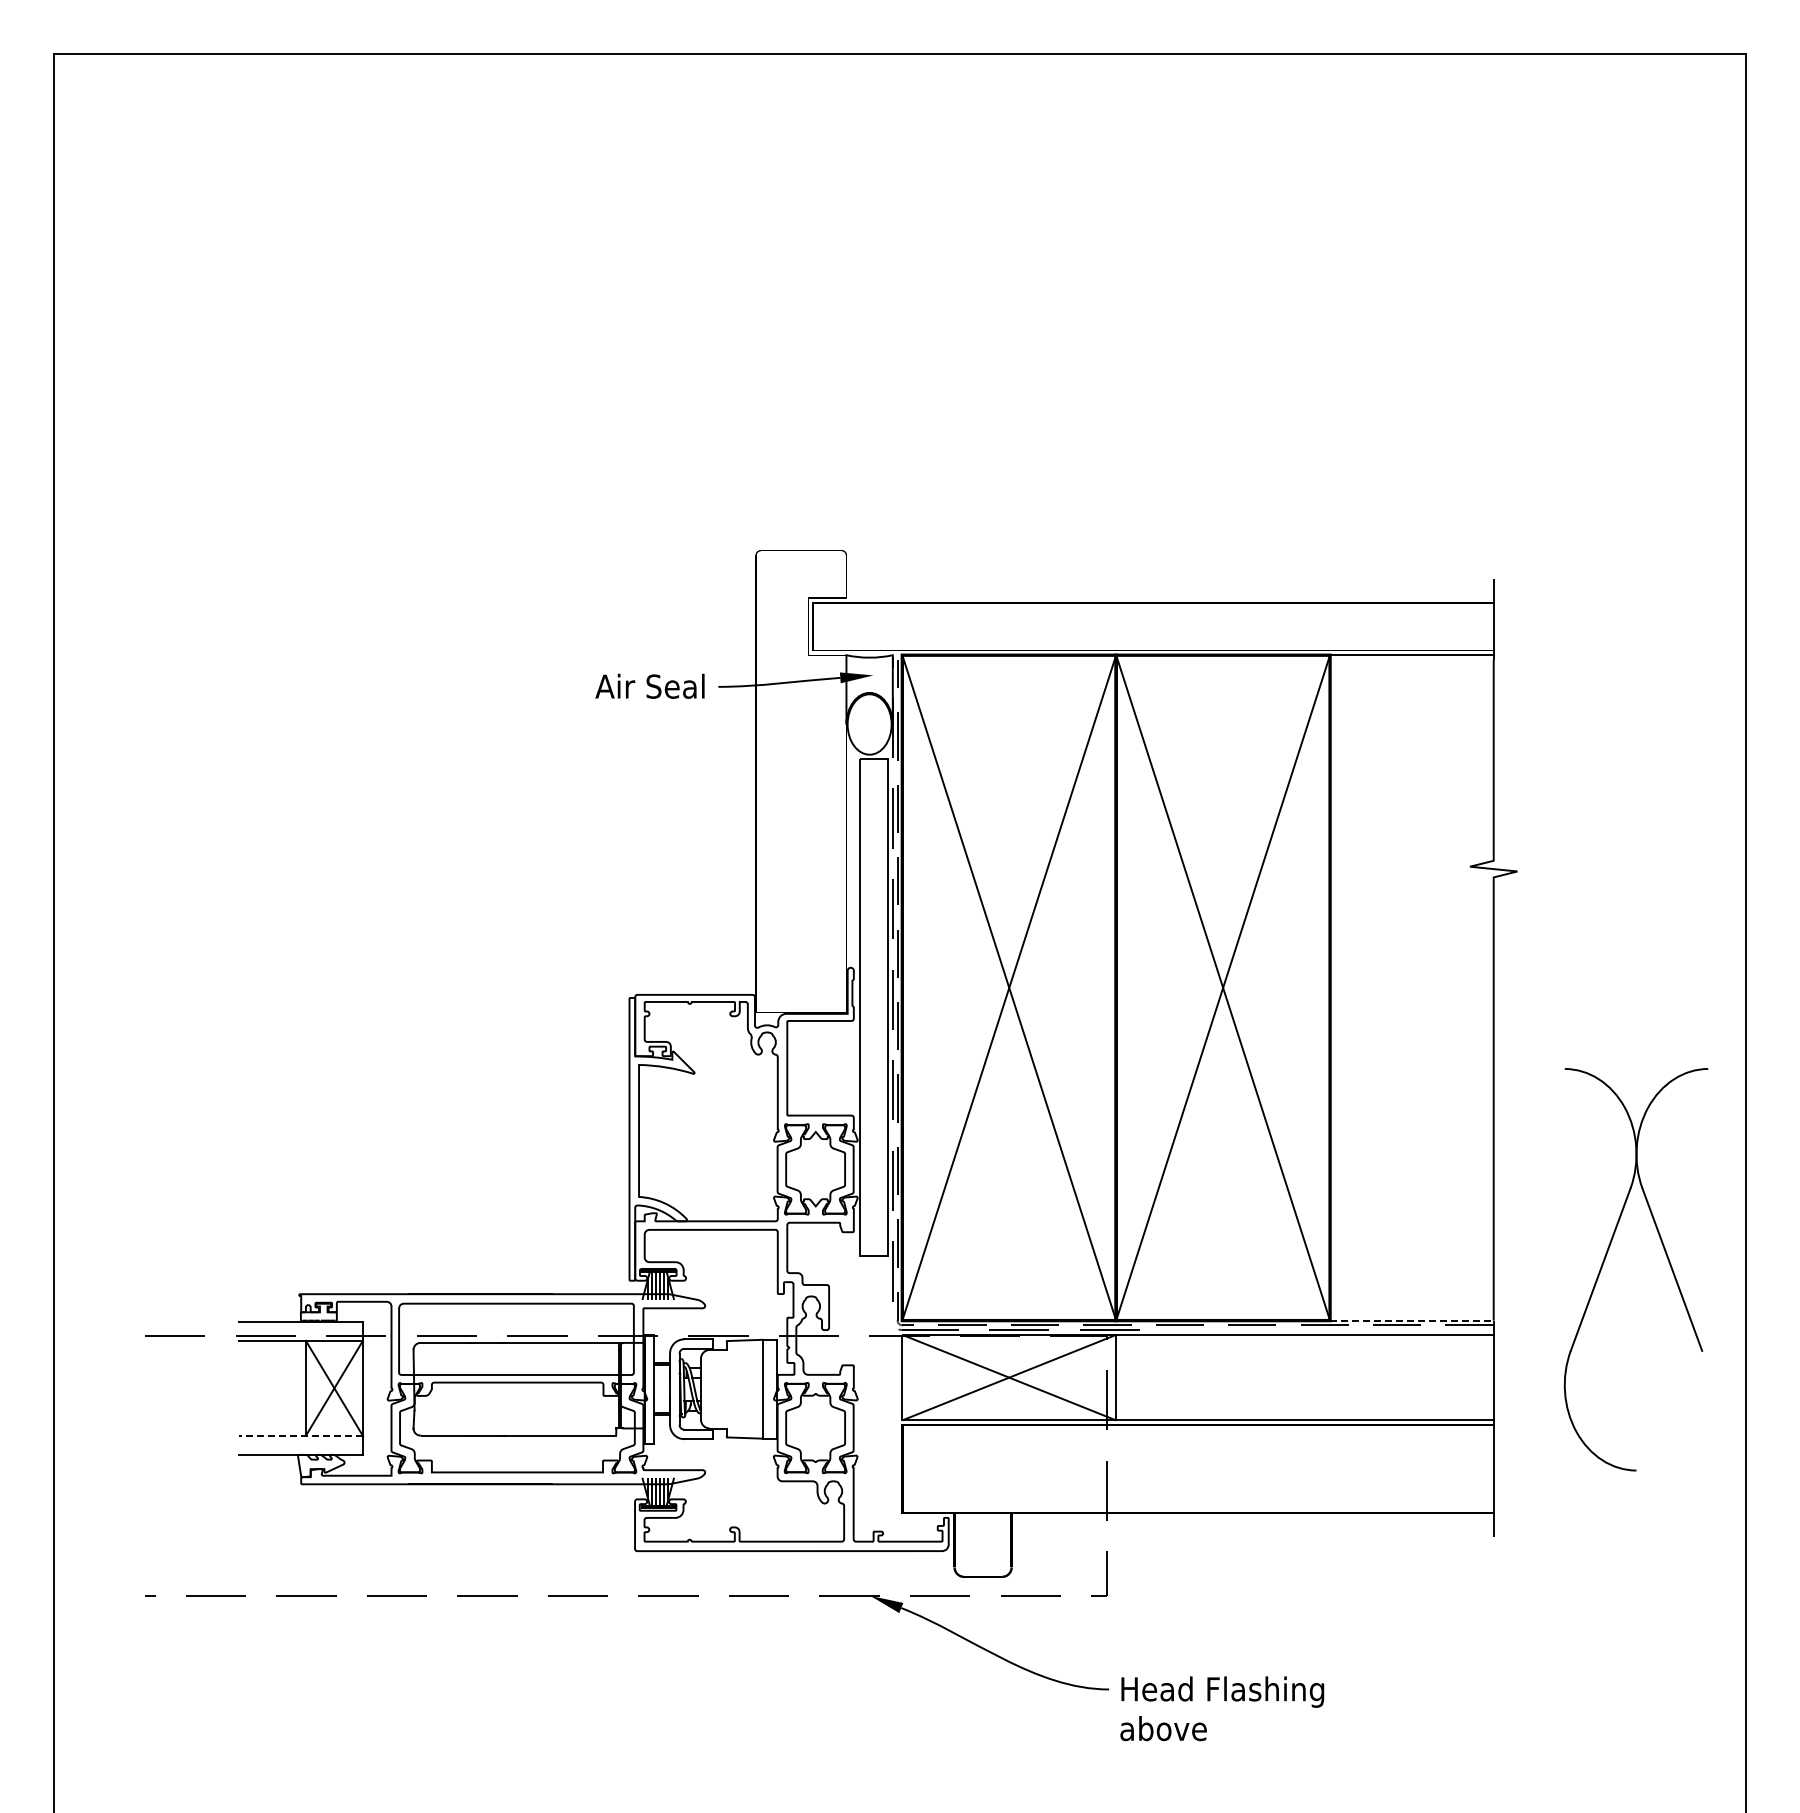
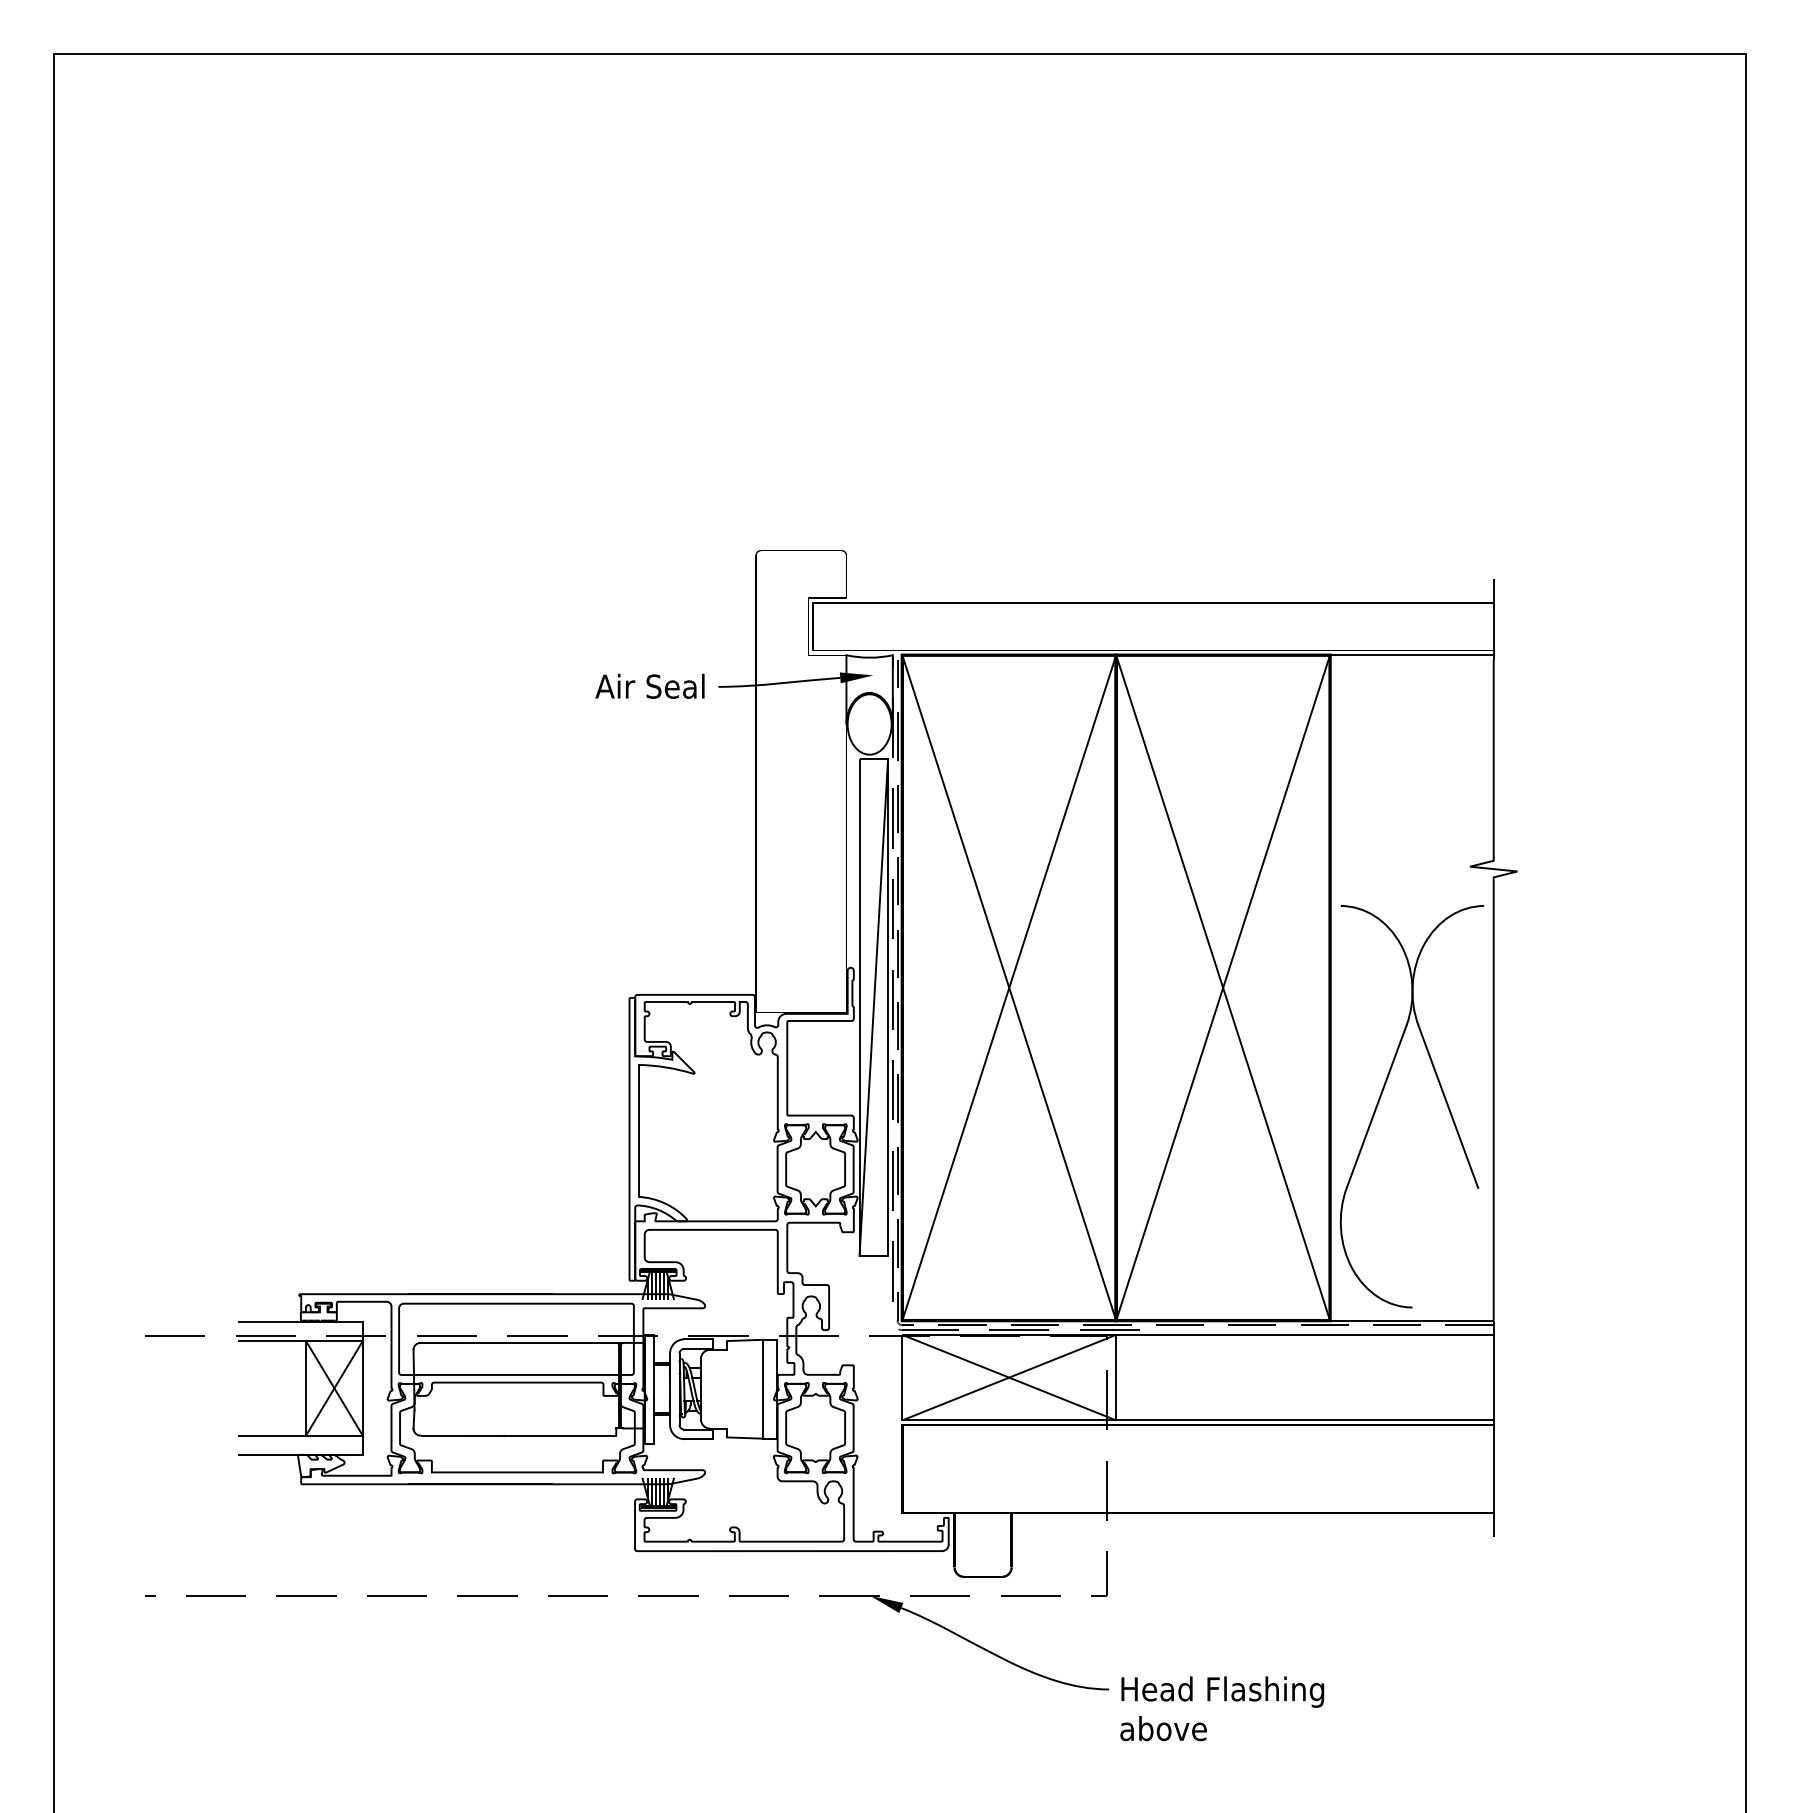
line at (873, 1007): none -> present
part at (1606, 1257) position: (1606, 1257) -> (1382, 1094)
line at (1411, 1320): dashed -> solid
line at (301, 1435): dashed -> solid
